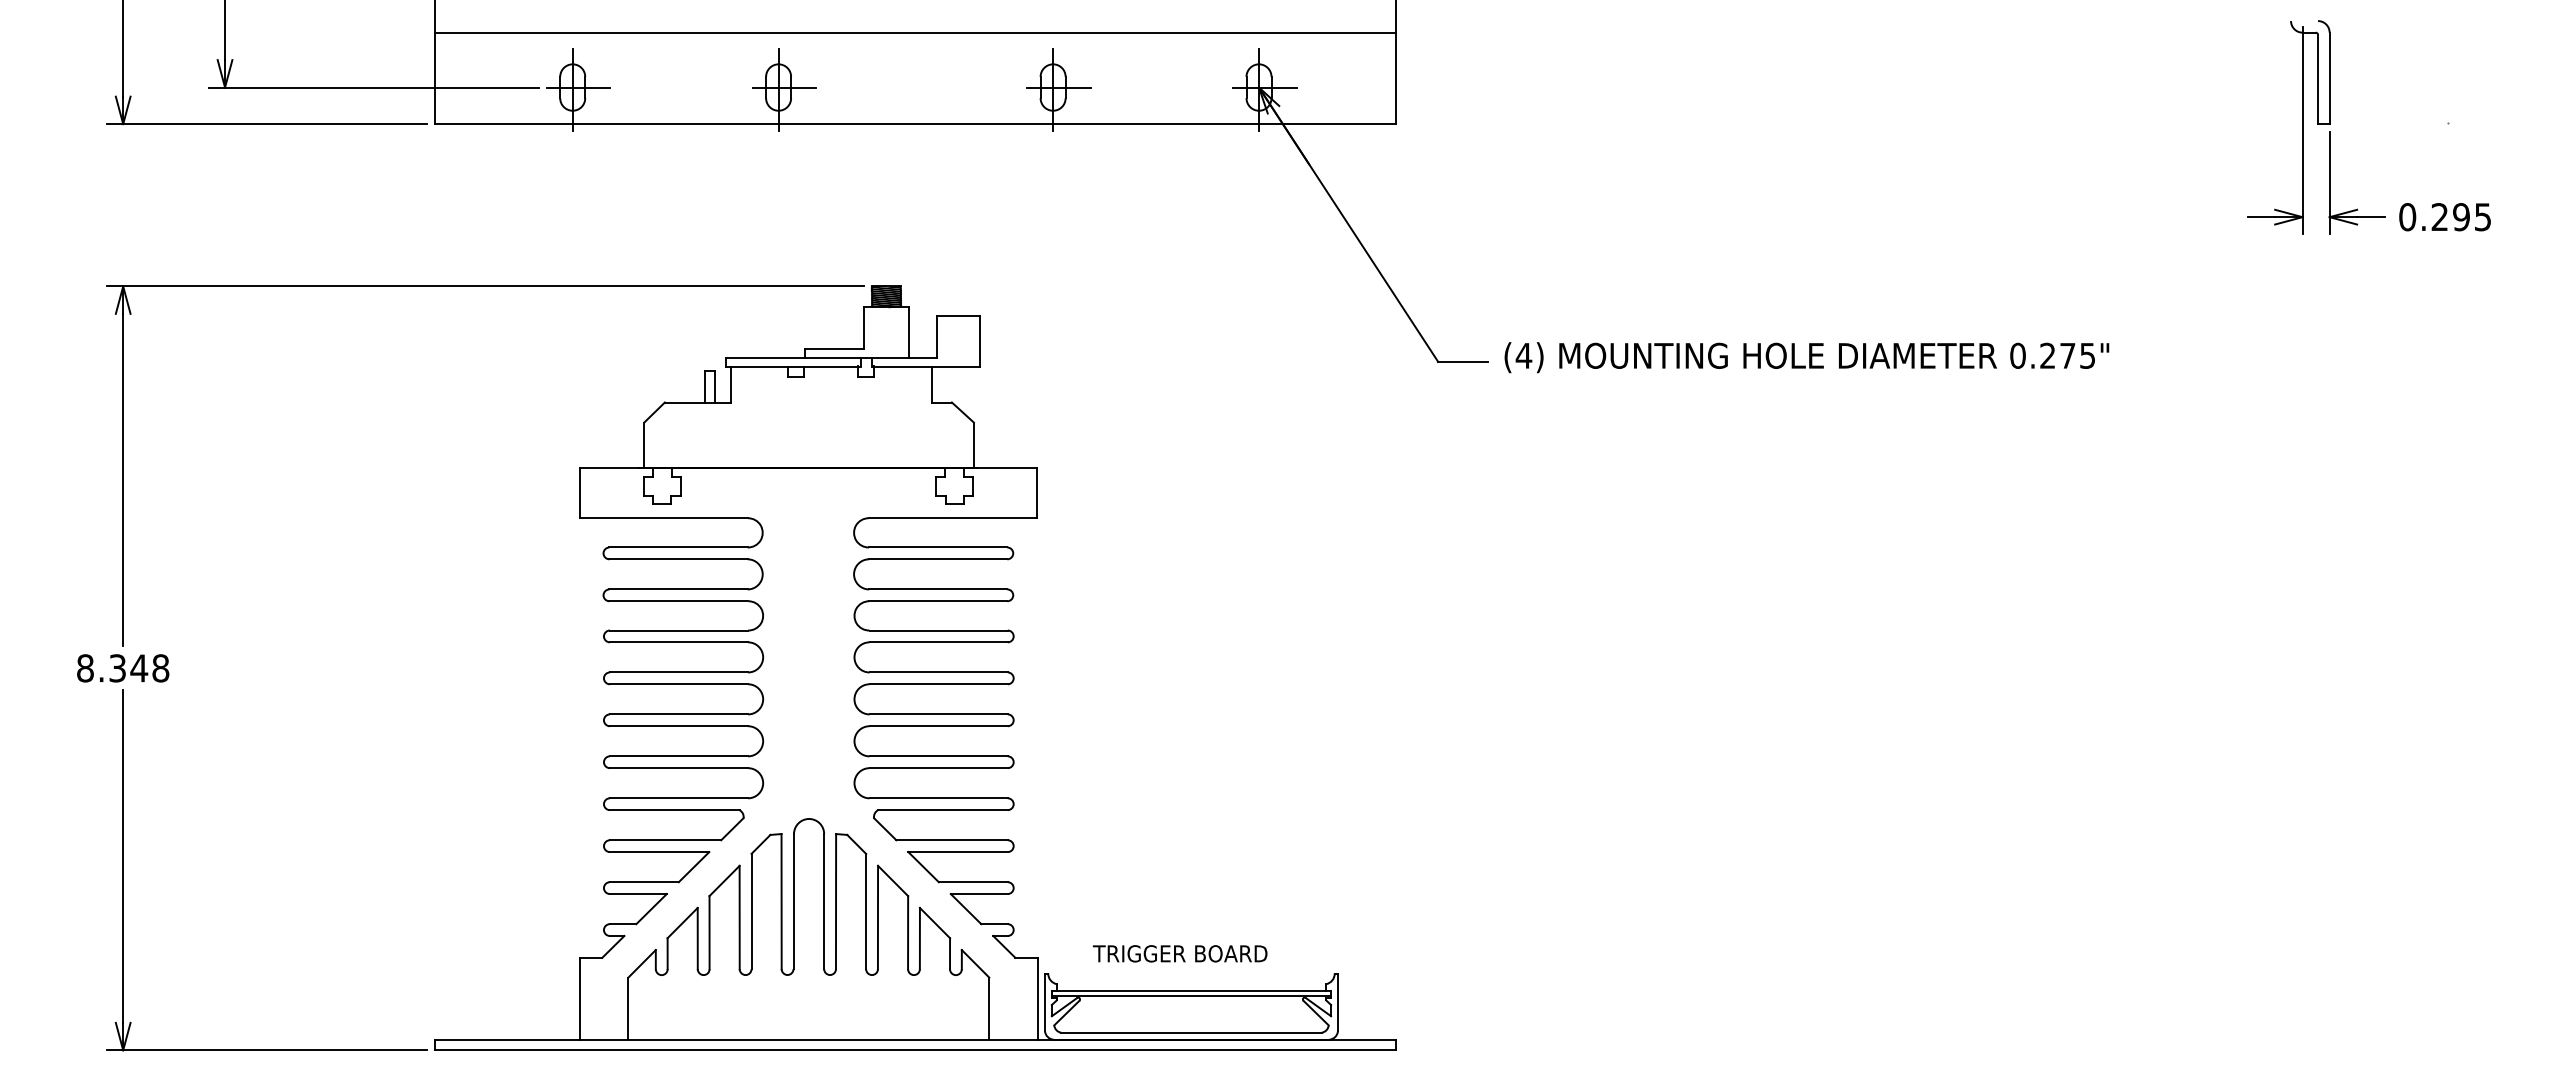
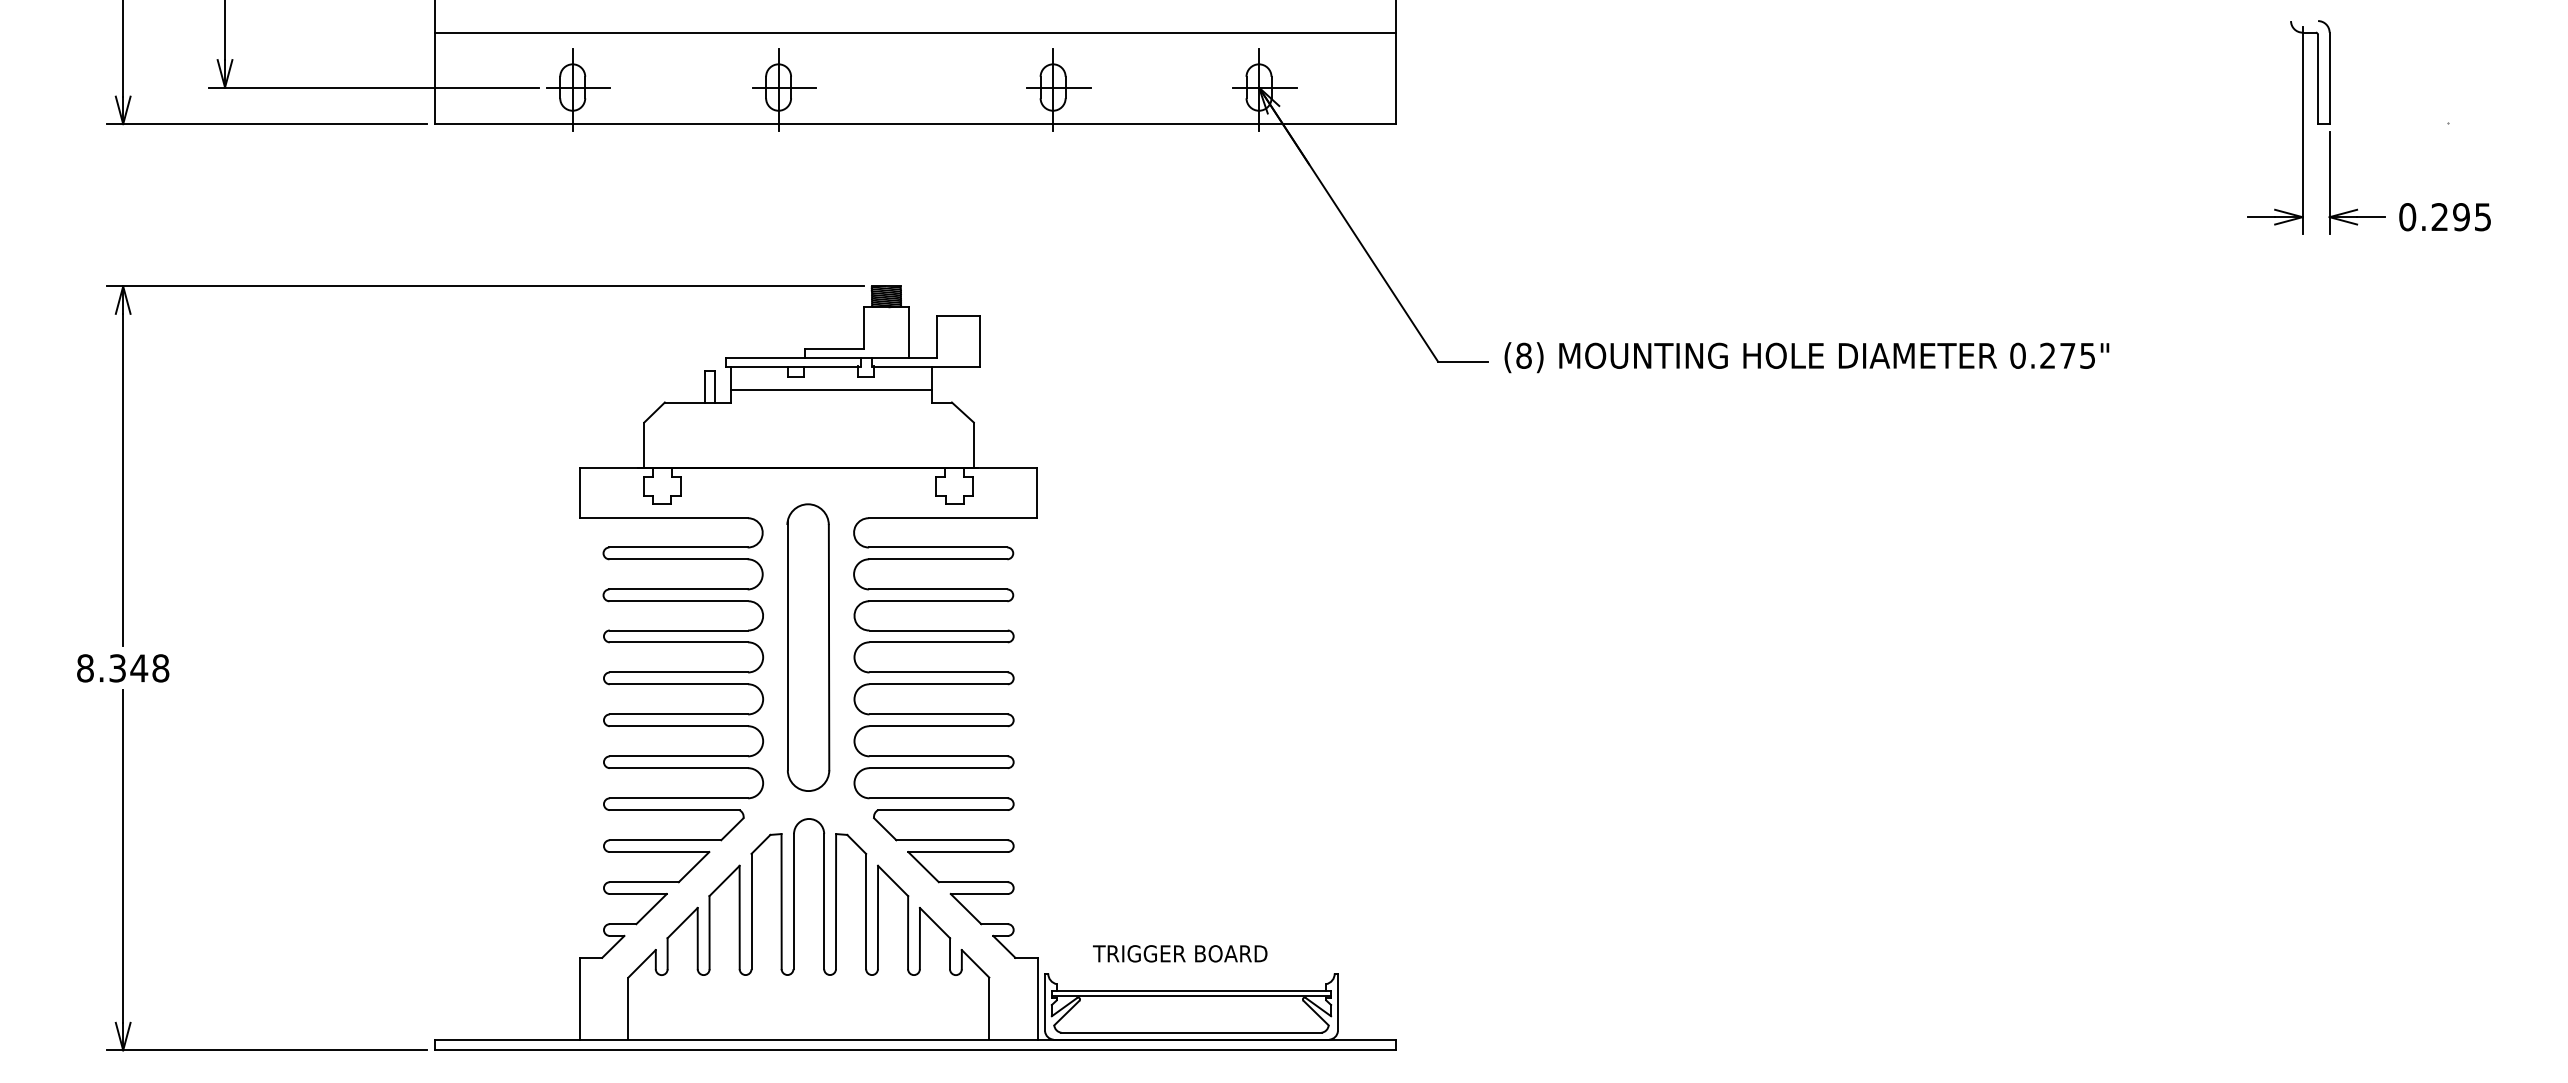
text at (1523, 355): (4) -> (8)
line at (831, 390): none -> present
part at (808, 647): none -> present
